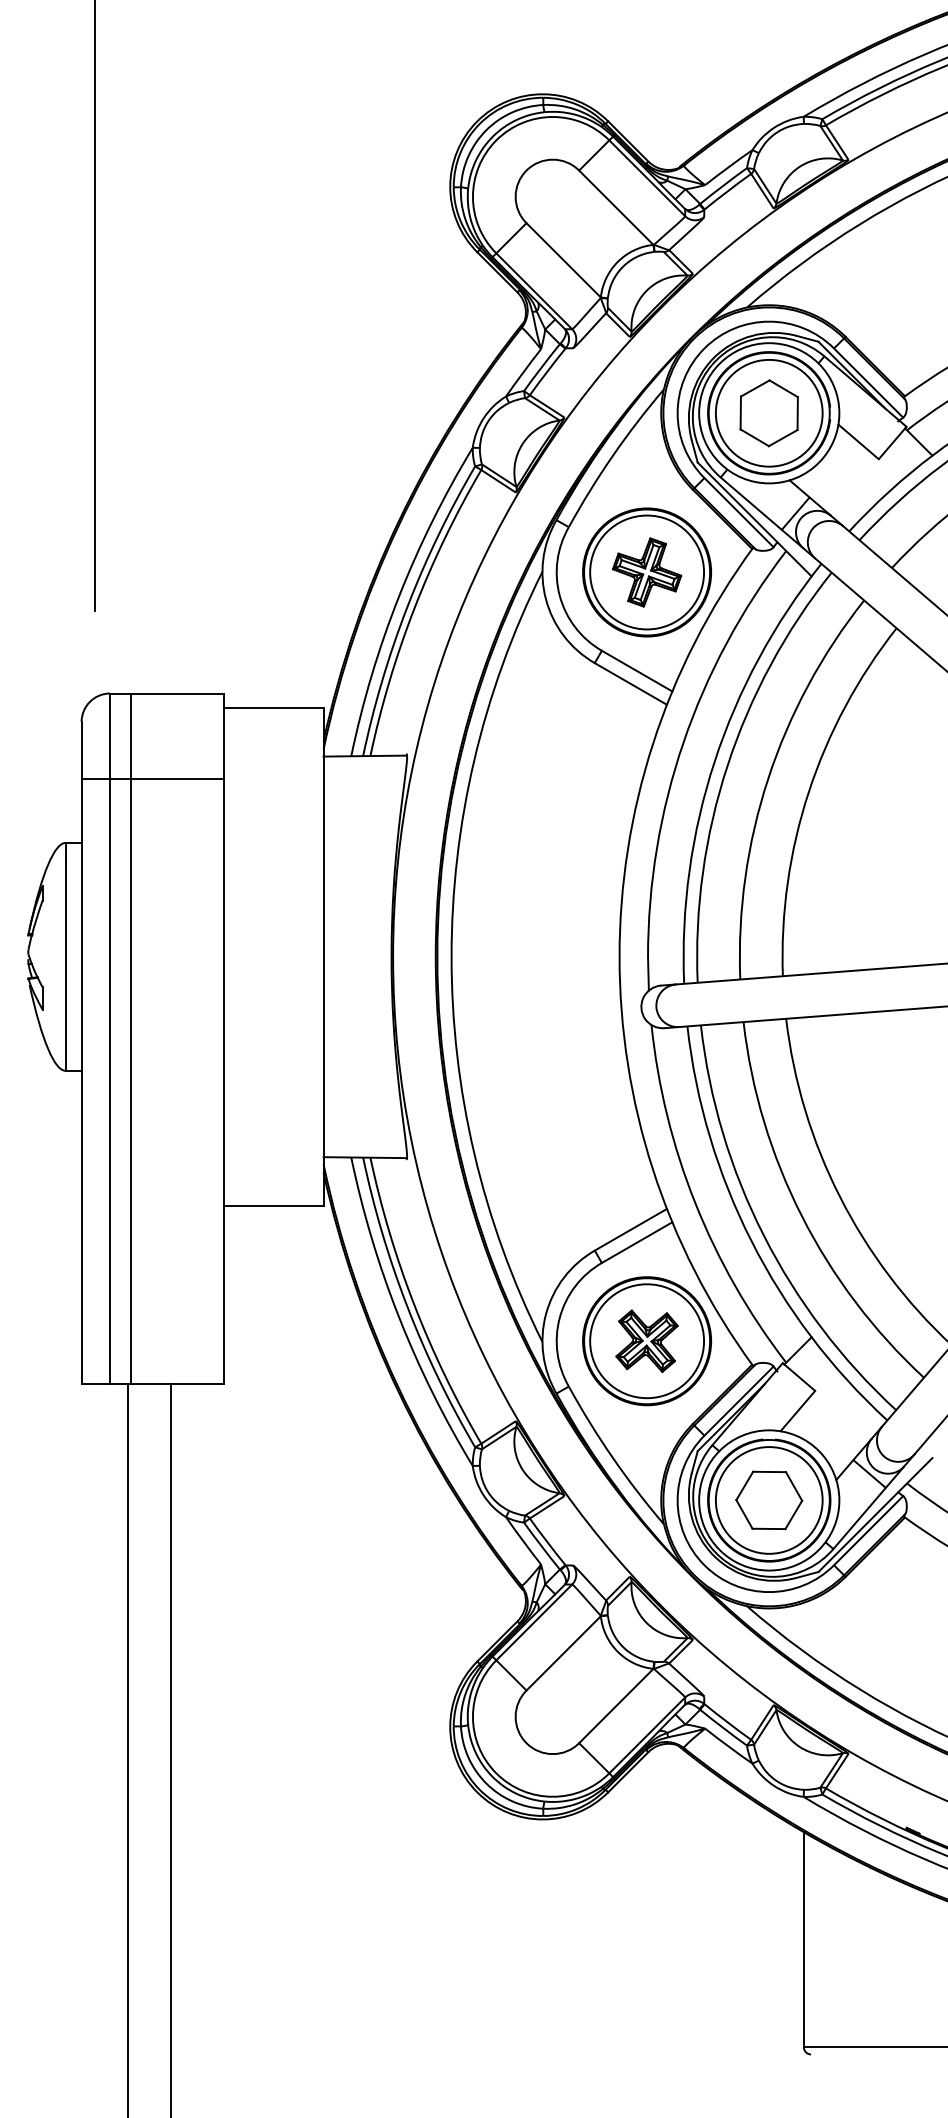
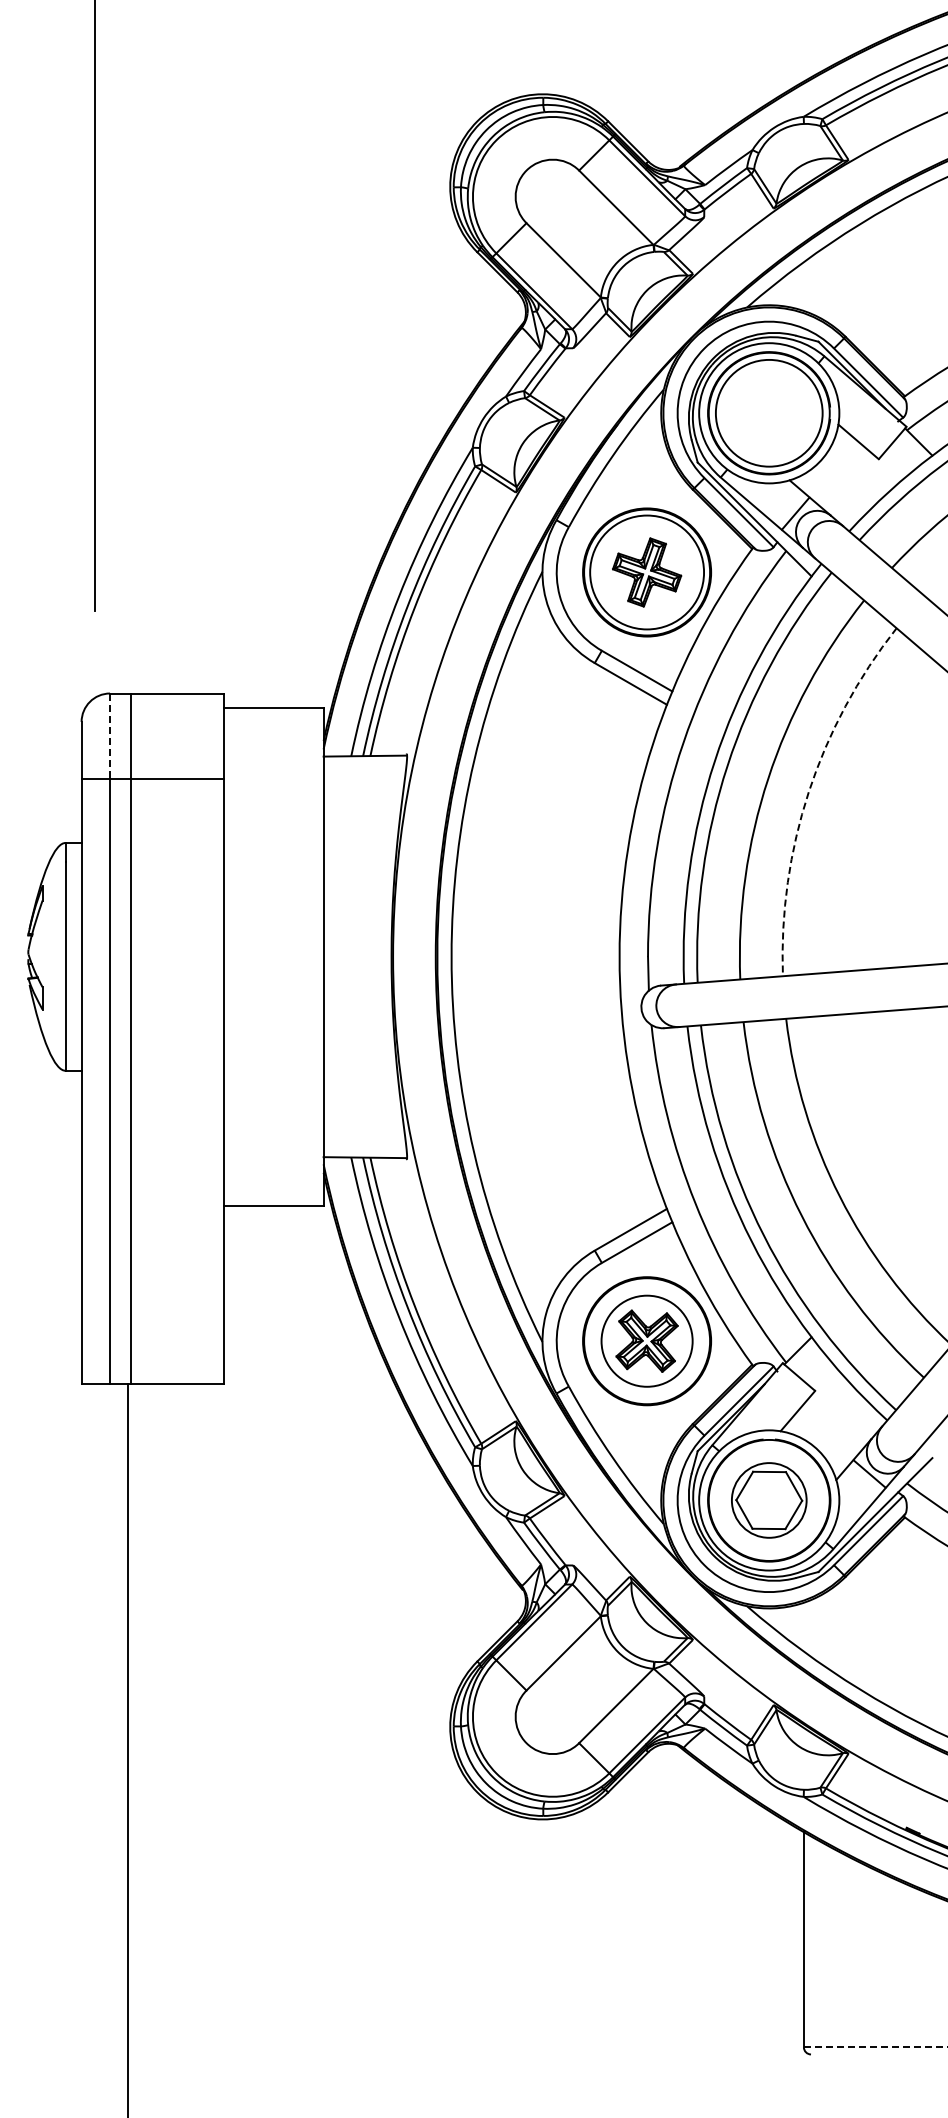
part at (768, 413): present -> none
line at (110, 736): solid -> dashed
arc at (808, 792): solid -> dashed
circle at (647, 1341) diameter: 114 px -> 91 px
circle at (768, 1500) diameter: 107 px -> 75 px
line at (170, 1748): present -> none
line at (875, 2047): solid -> dashed
